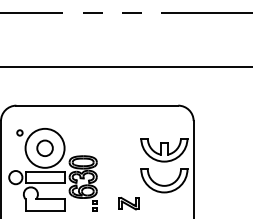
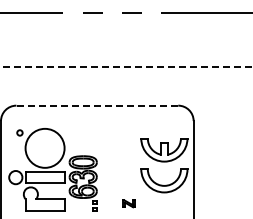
line at (126, 67): solid -> dashed
line at (97, 105): solid -> dashed
circle at (44, 147): present -> none
part at (128, 203) size: 22x14 px -> 14x10 px
